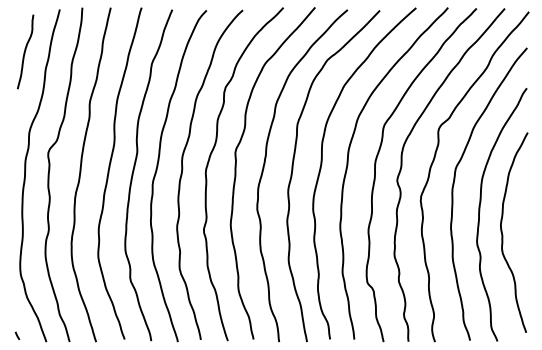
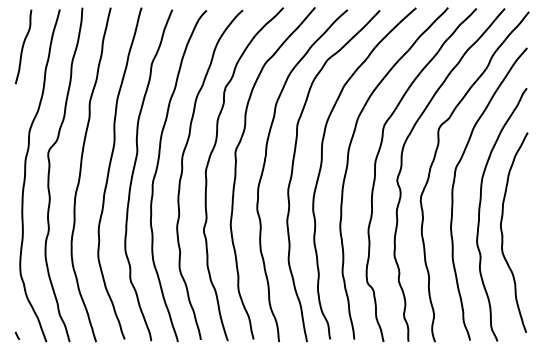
curve at (25, 51) position: (25, 51) -> (23, 46)
